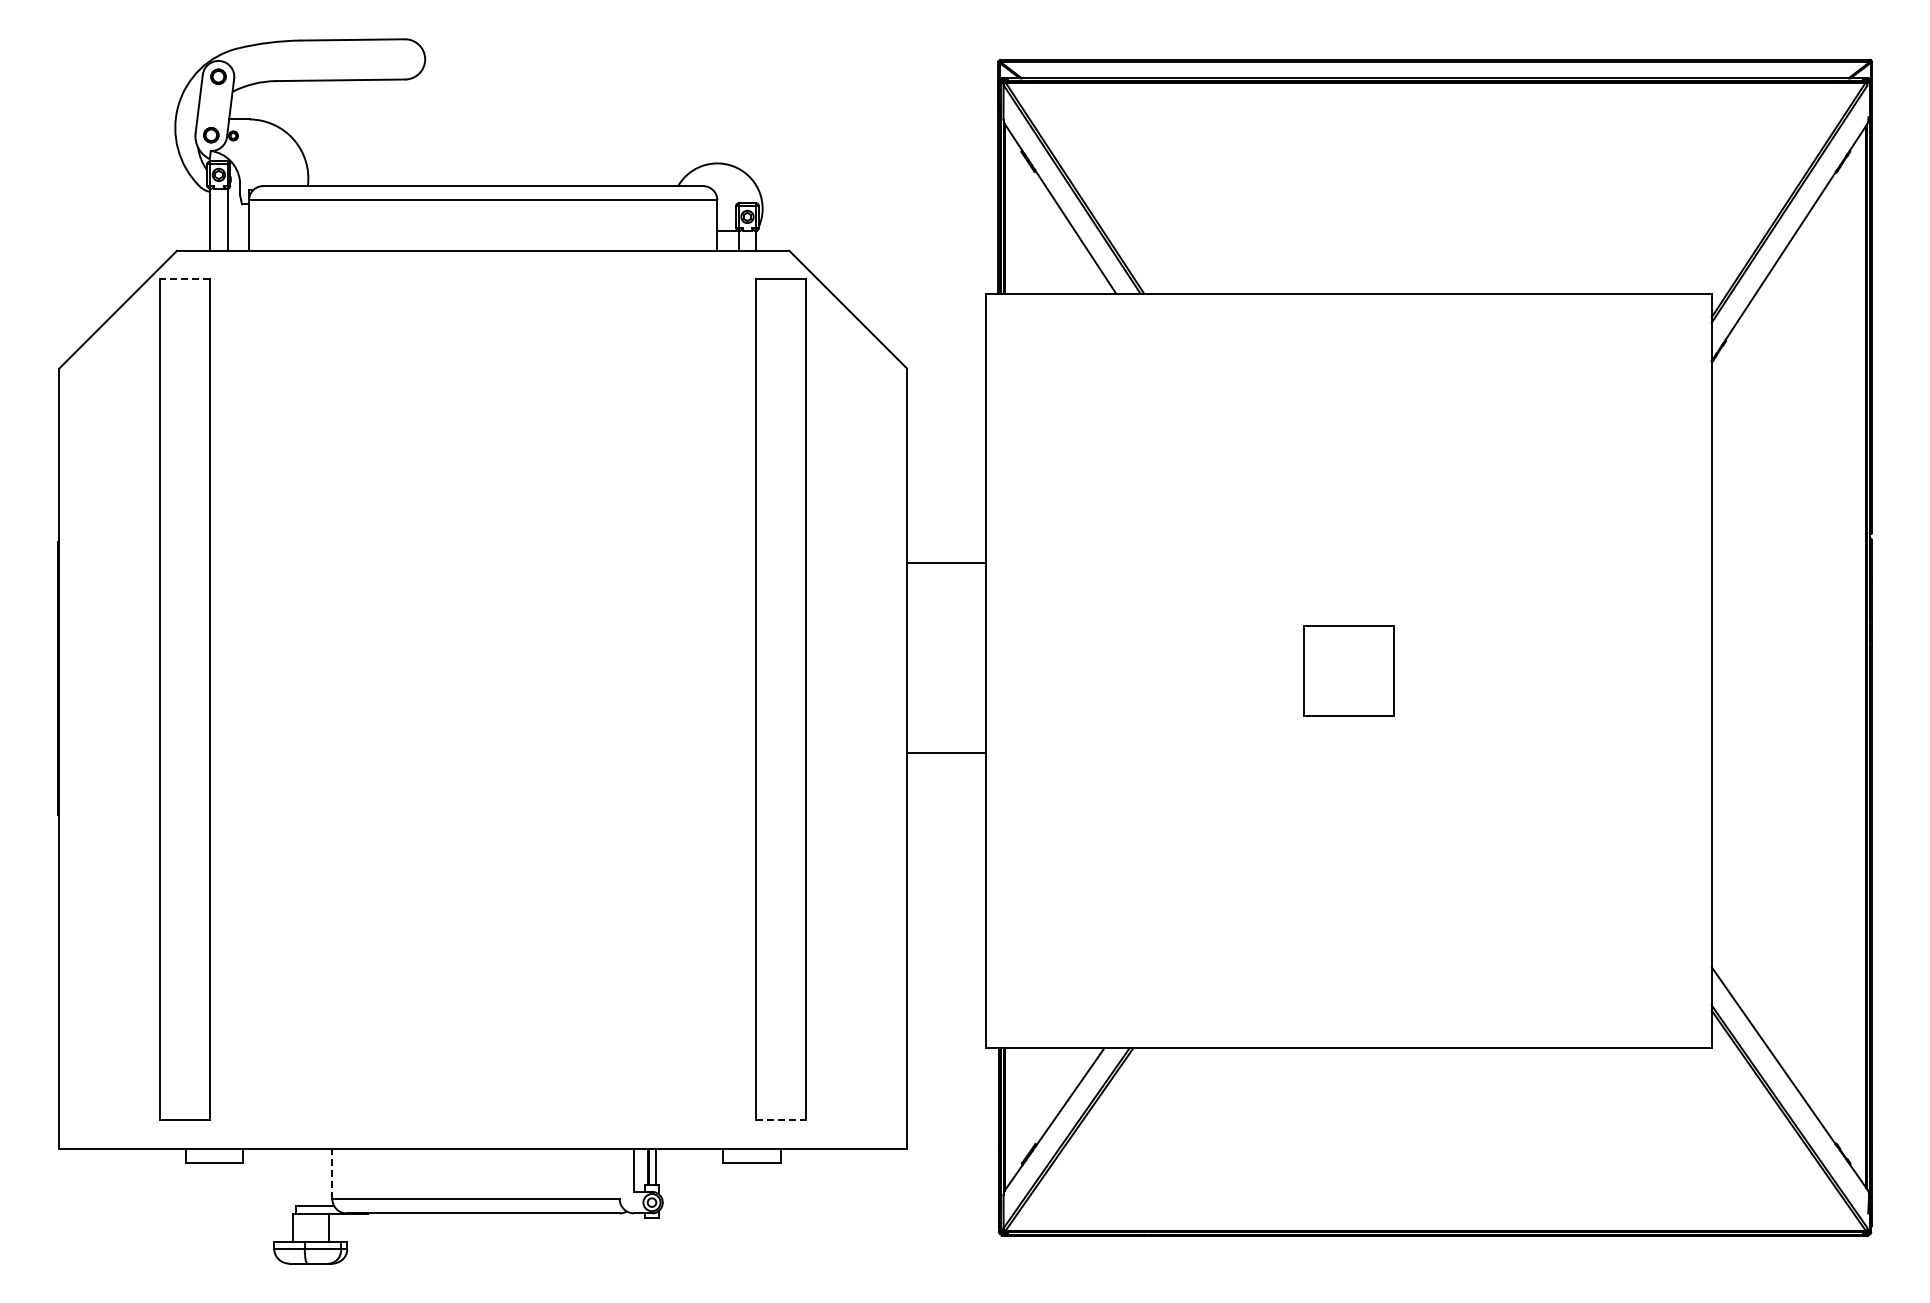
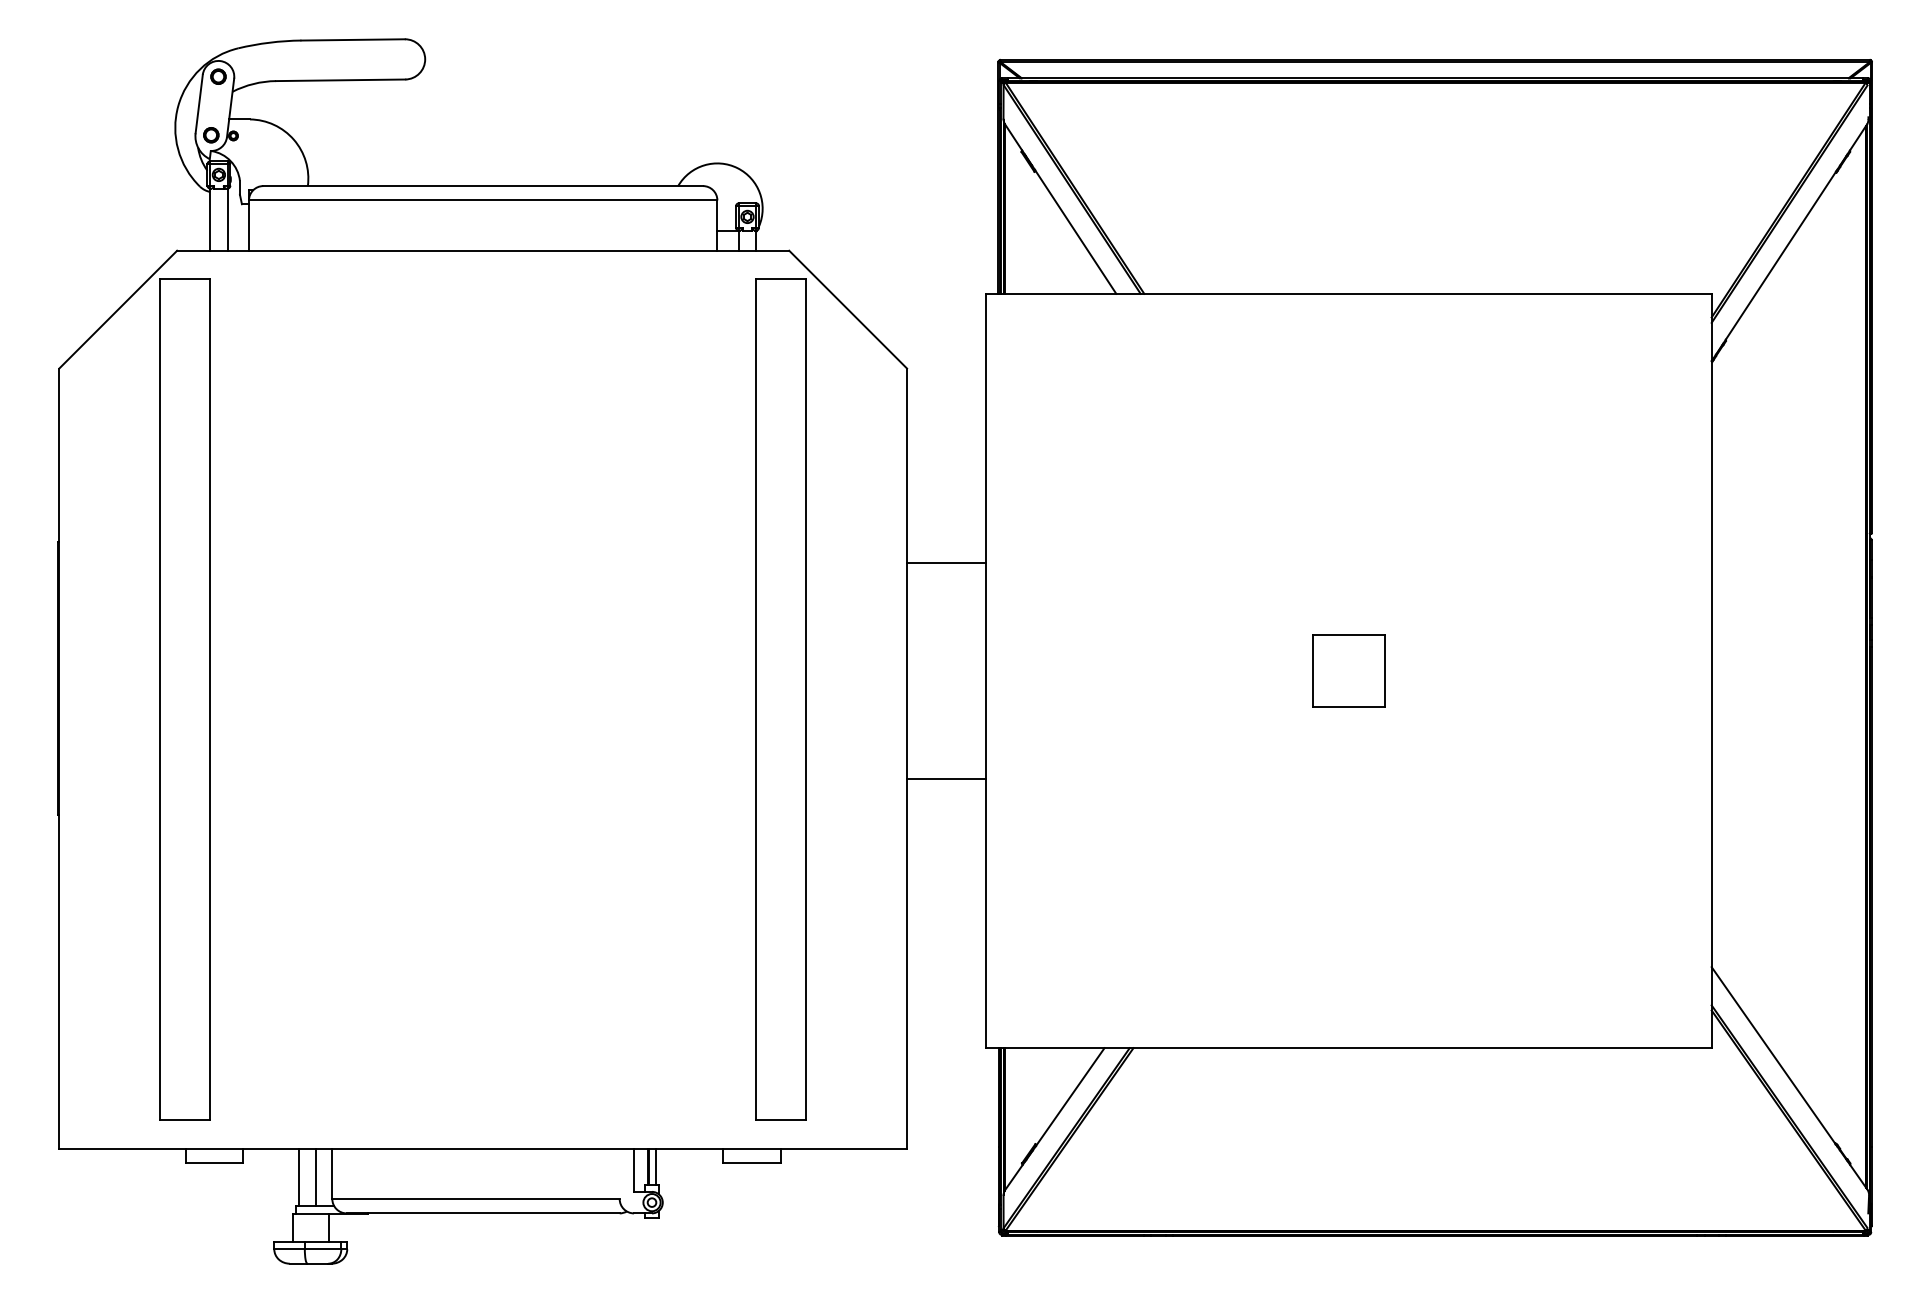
line at (184, 279): dashed -> solid
part at (1348, 670) size: 92x92 px -> 74x74 px
line at (946, 752) position: (946, 752) -> (946, 778)
line at (781, 1120): dashed -> solid
line at (332, 1173): dashed -> solid
line at (298, 1177): none -> present
line at (316, 1177): none -> present
